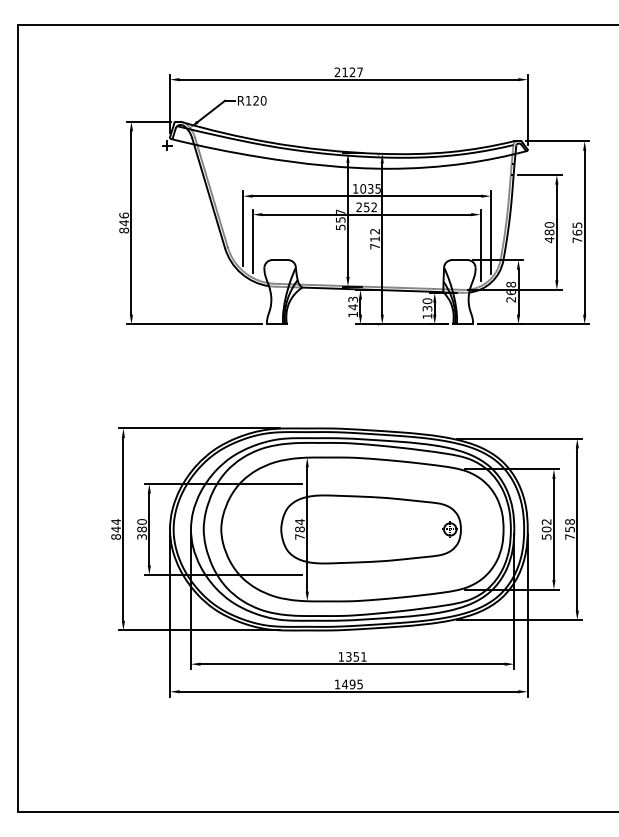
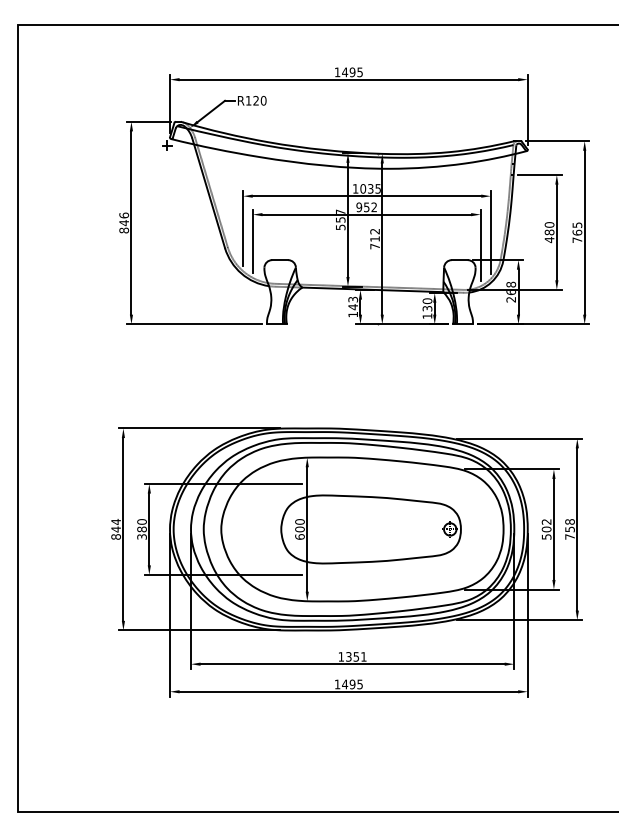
text at (348, 72): 2127 -> 1495
text at (359, 207): 252 -> 952
text at (299, 529): 784 -> 600
